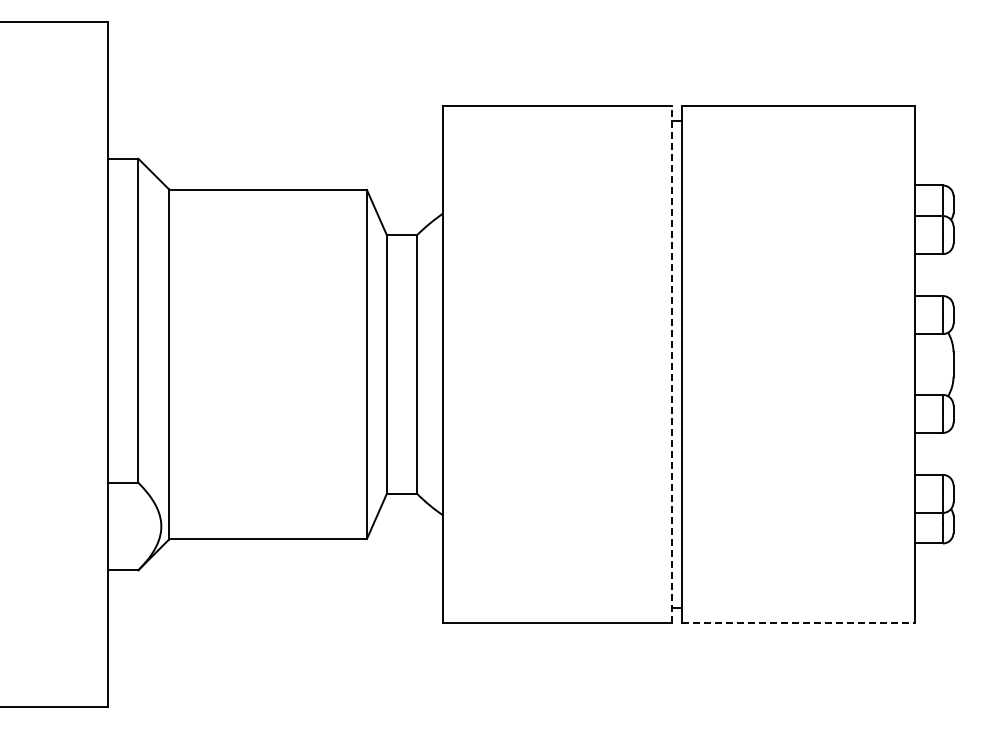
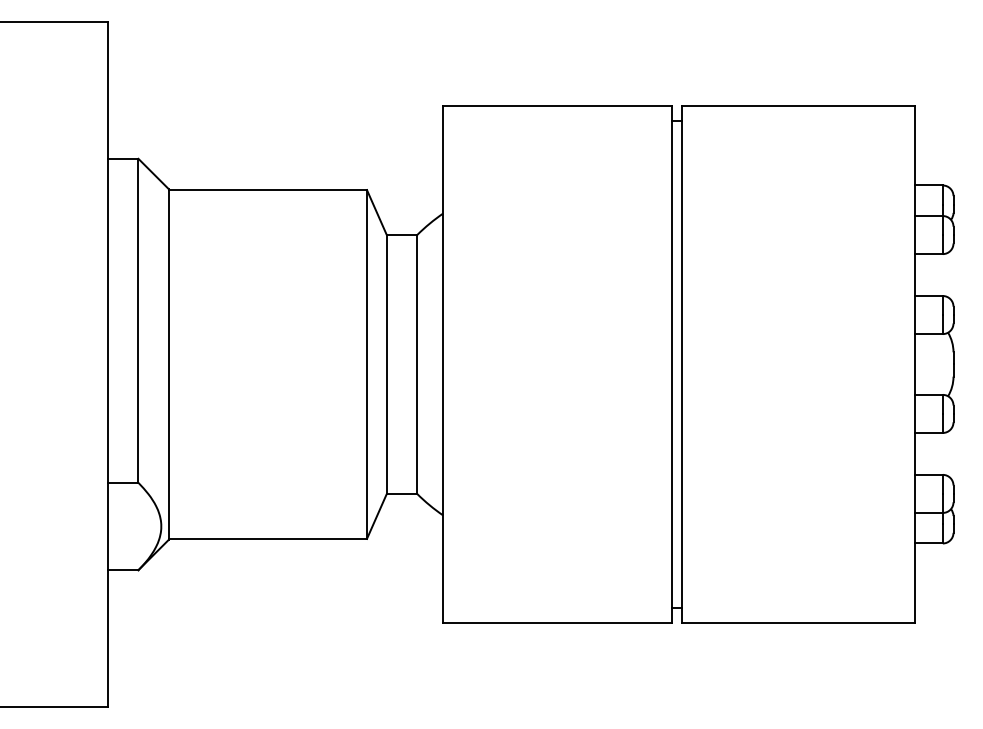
line at (671, 364): dashed -> solid
line at (798, 623): dashed -> solid
